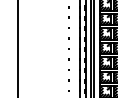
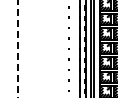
line at (17, 49): solid -> dashed
